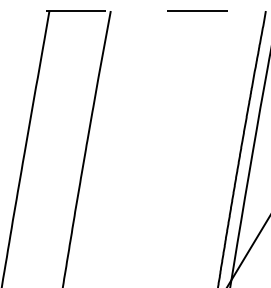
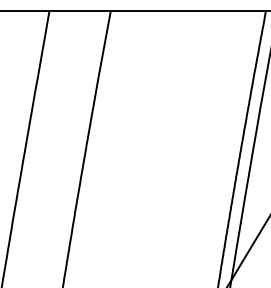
line at (135, 11): dashed -> solid
